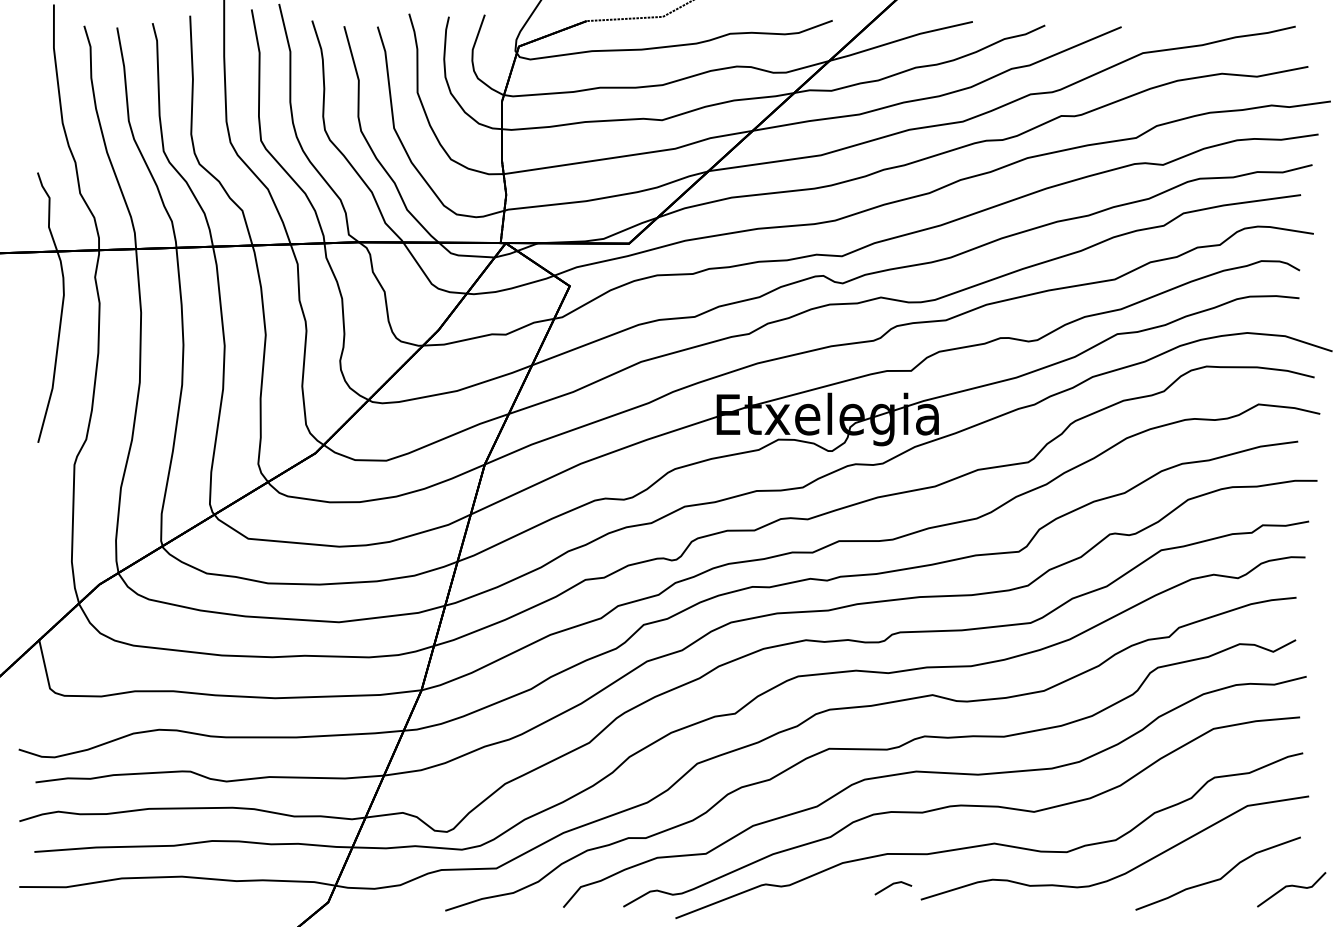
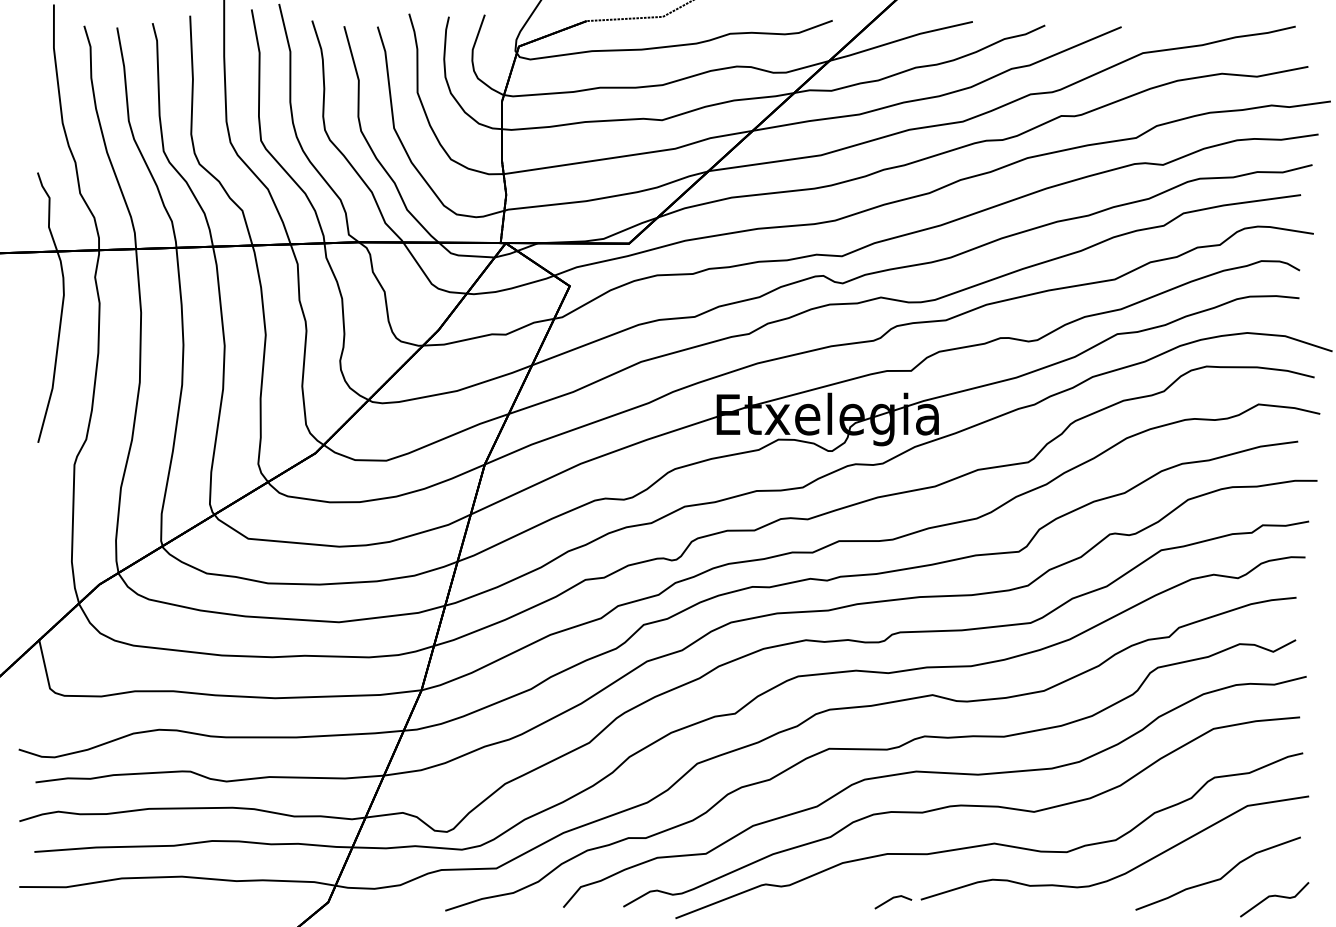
line at (892, 885) position: (892, 885) -> (892, 899)
curve at (1291, 886) position: (1291, 886) -> (1274, 896)
